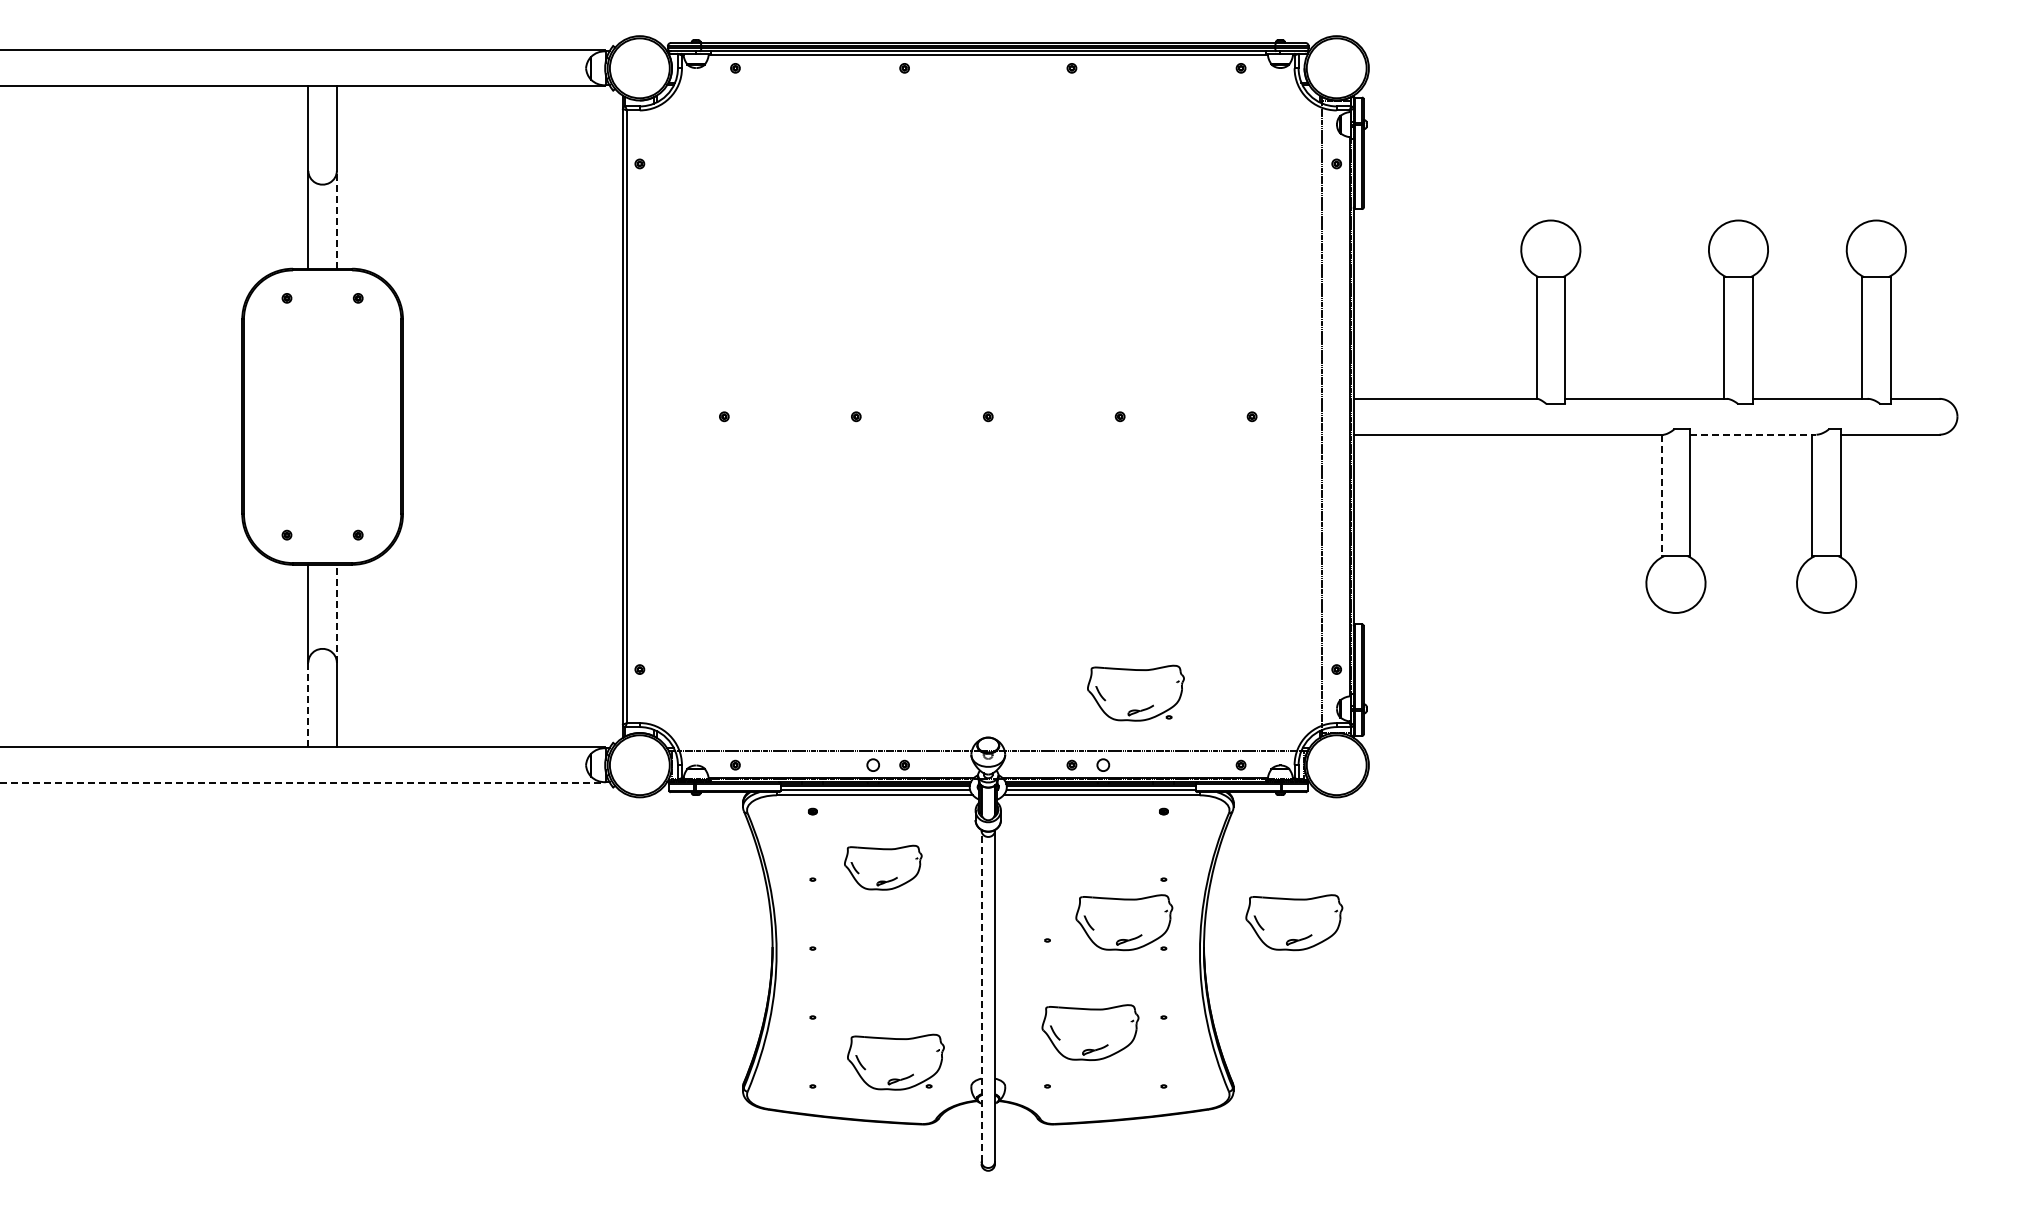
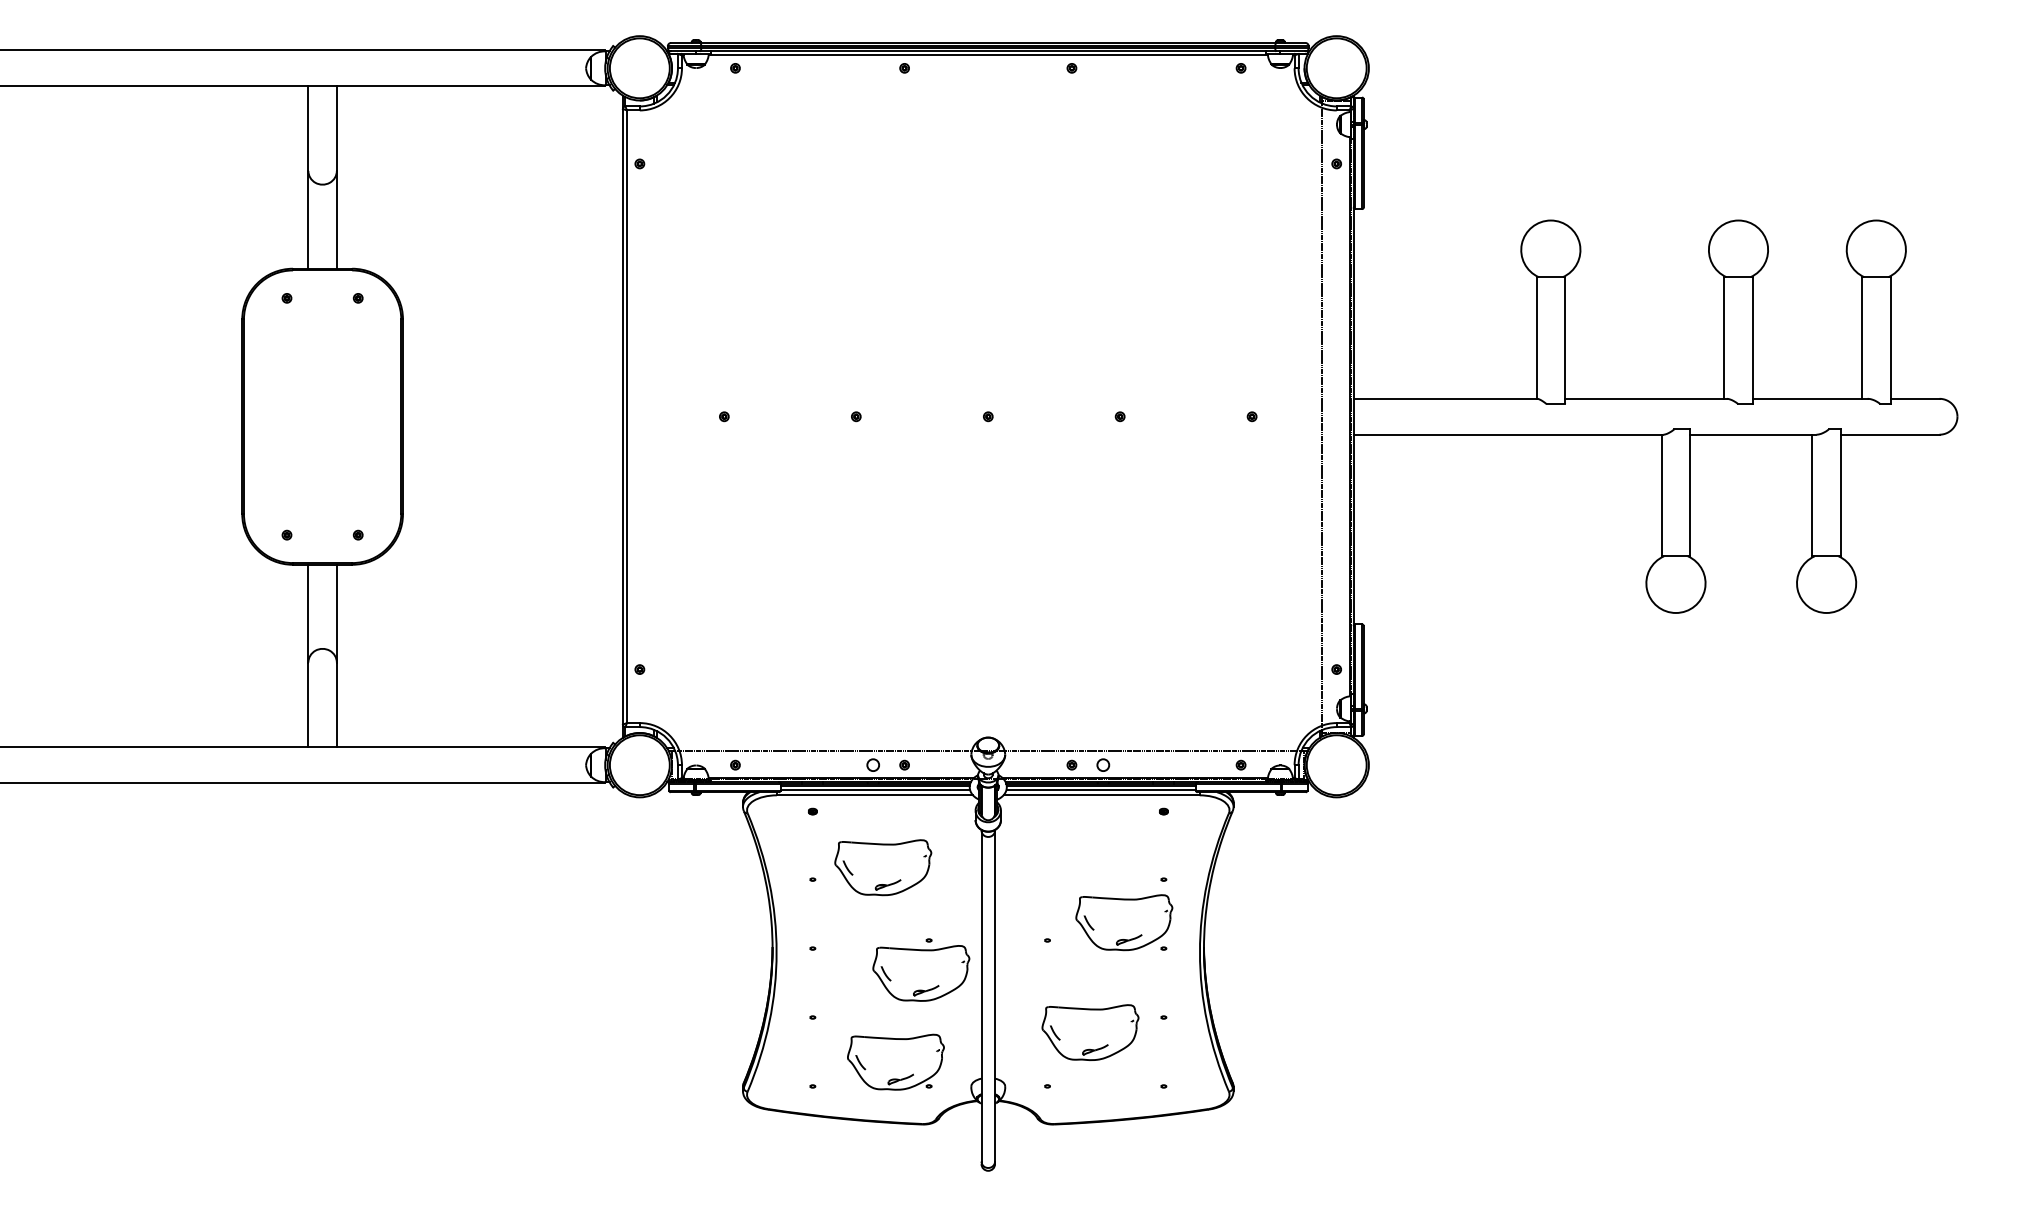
line at (336, 219): dashed -> solid
line at (1753, 434): dashed -> solid
line at (1661, 495): dashed -> solid
line at (336, 613): dashed -> solid
part at (1135, 692): present -> none
line at (308, 704): dashed -> solid
line at (303, 783): dashed -> solid
part at (883, 867) size: 79x47 px -> 99x58 px
part at (1294, 922): present -> none
part at (921, 969): none -> present
line at (981, 996): dashed -> solid
